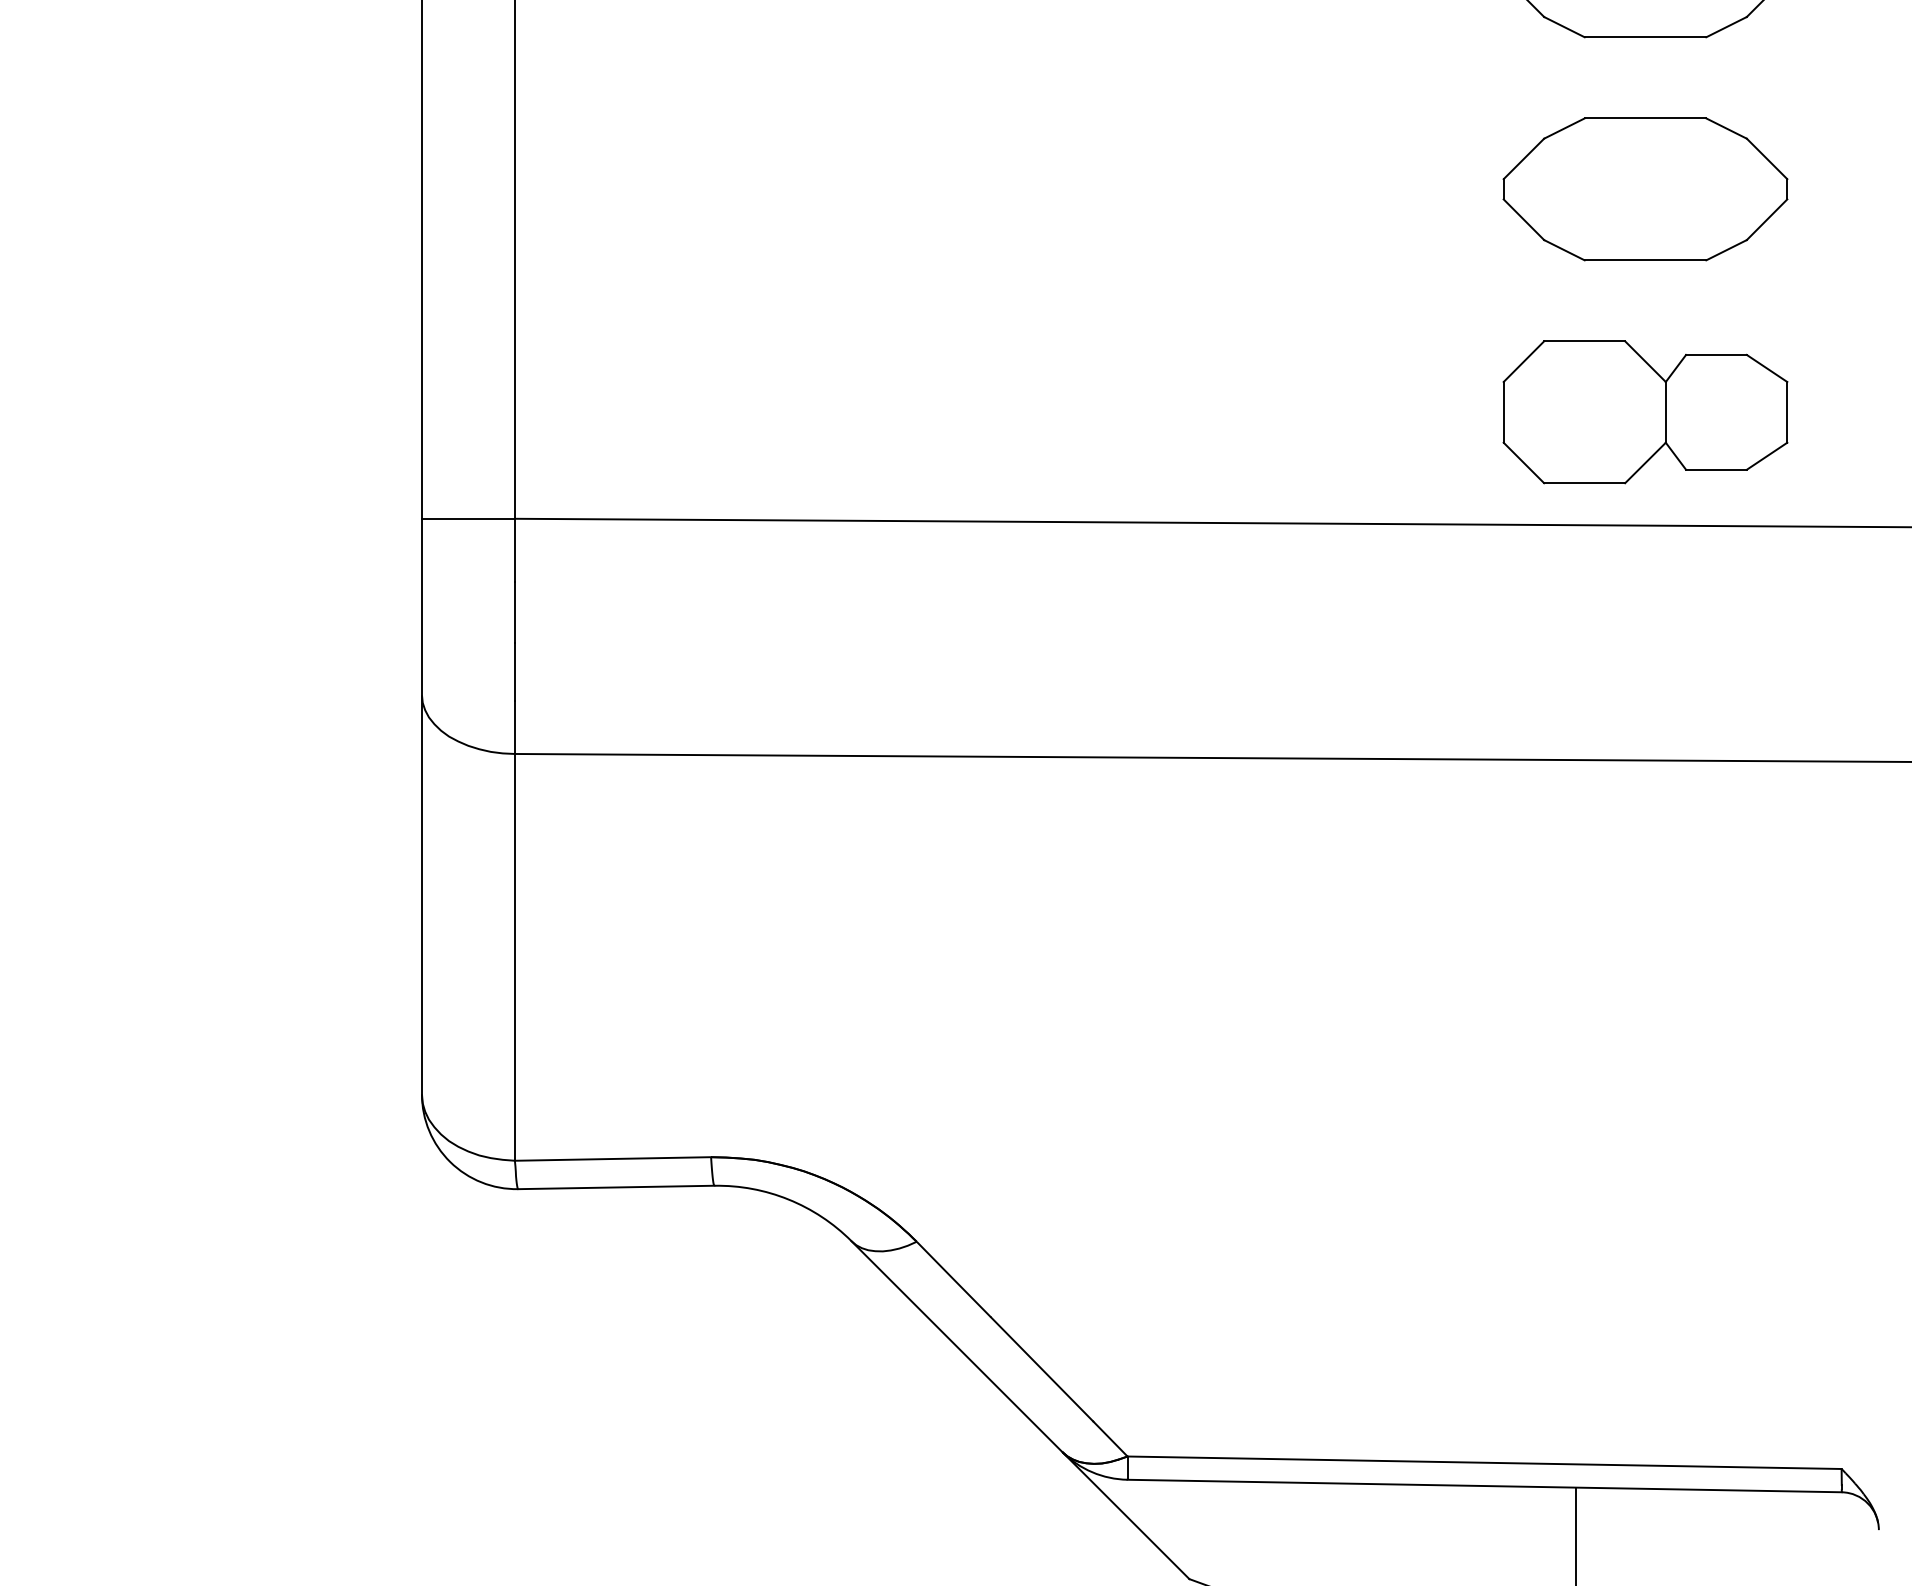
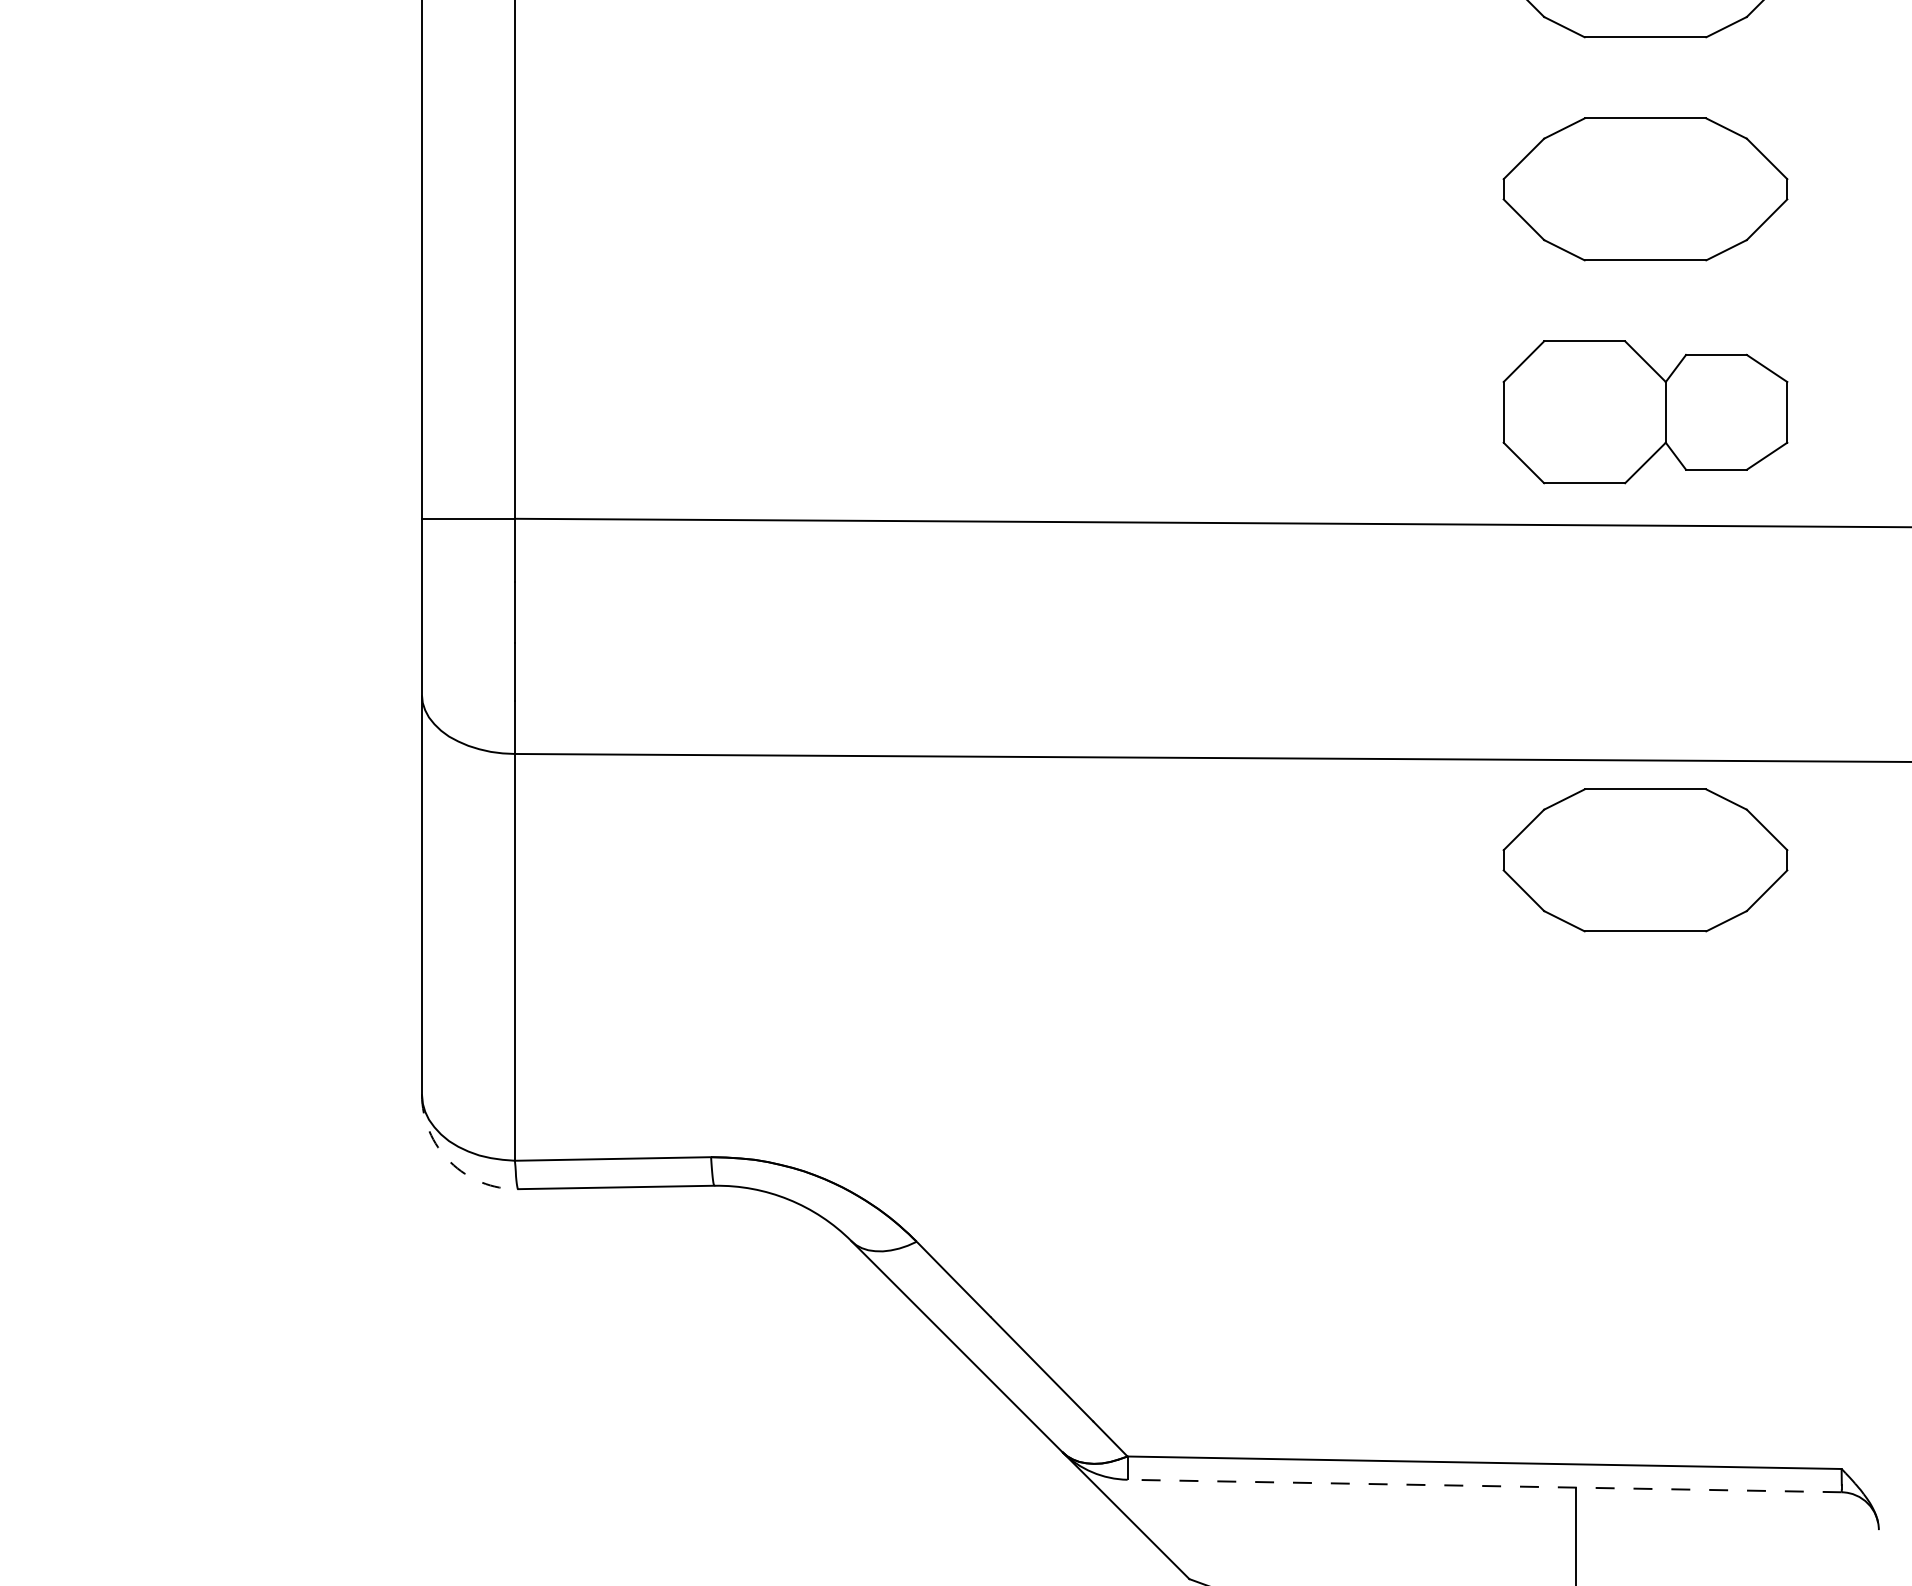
part at (1645, 860): none -> present
arc at (450, 1162): solid -> dashed
line at (1484, 1486): solid -> dashed
